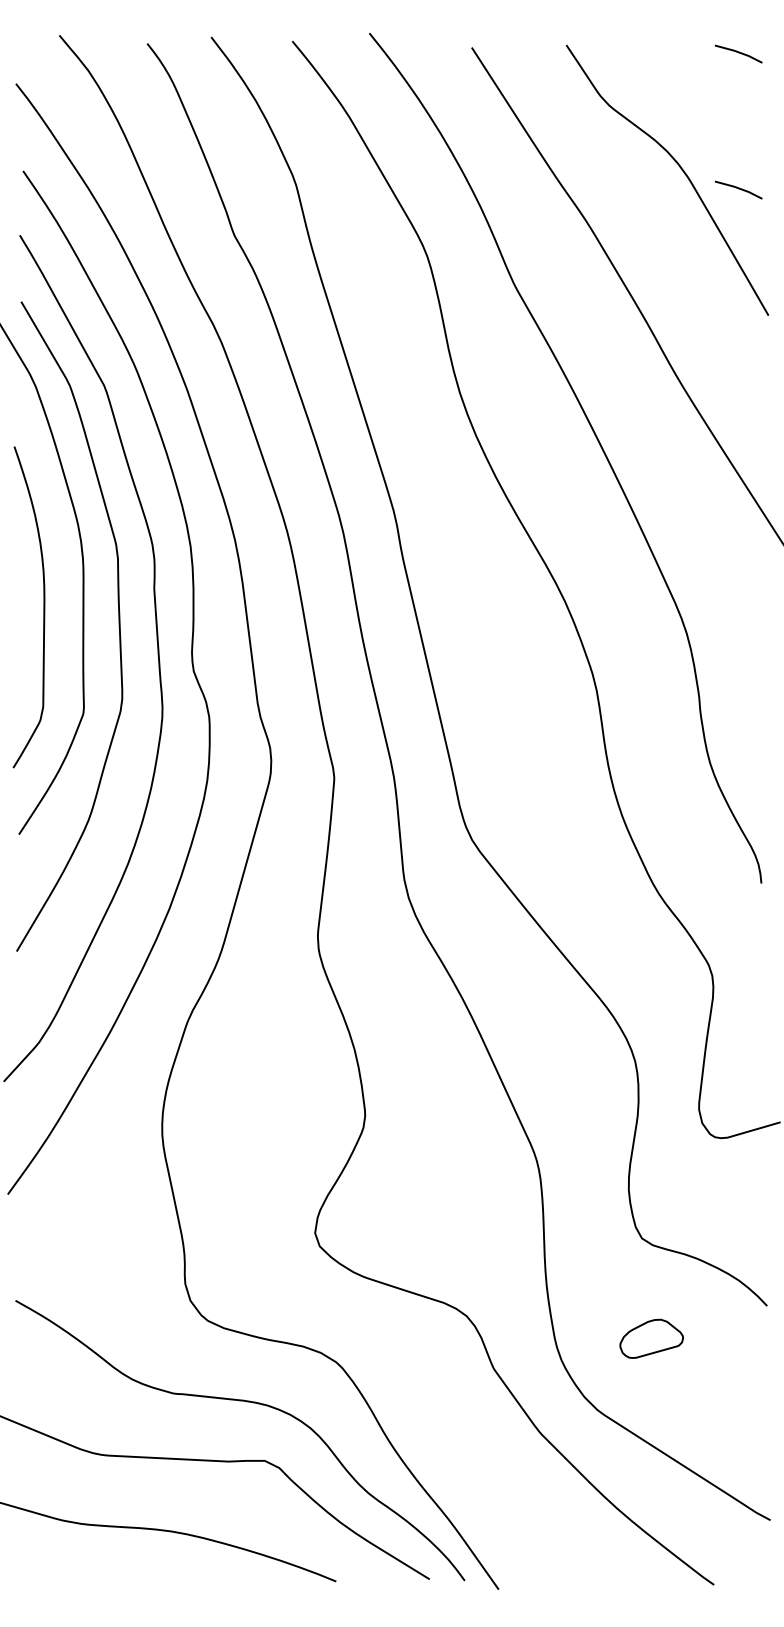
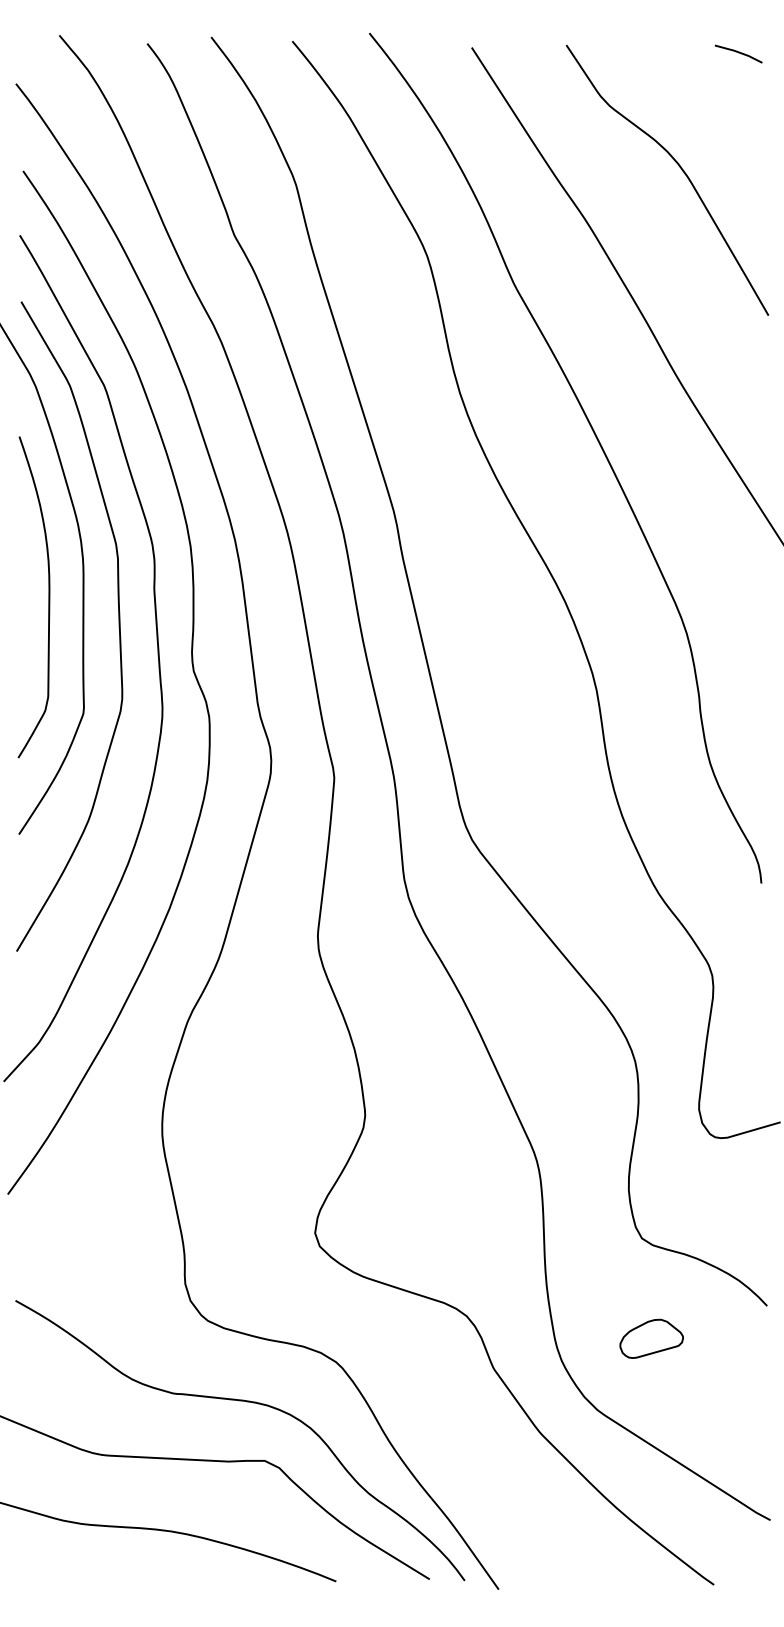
line at (738, 189): present -> none
curve at (43, 607) position: (43, 607) -> (48, 597)
